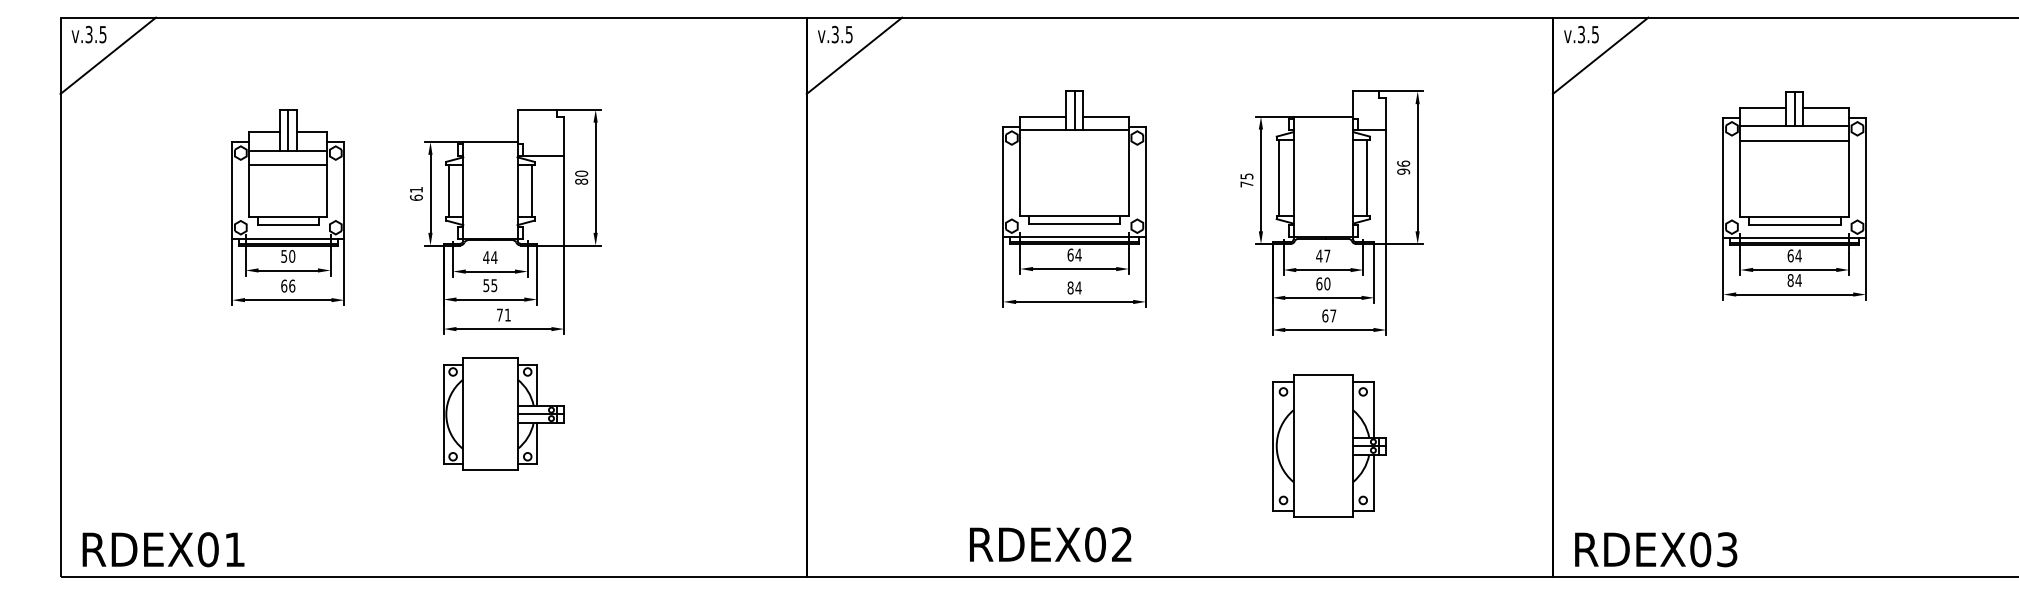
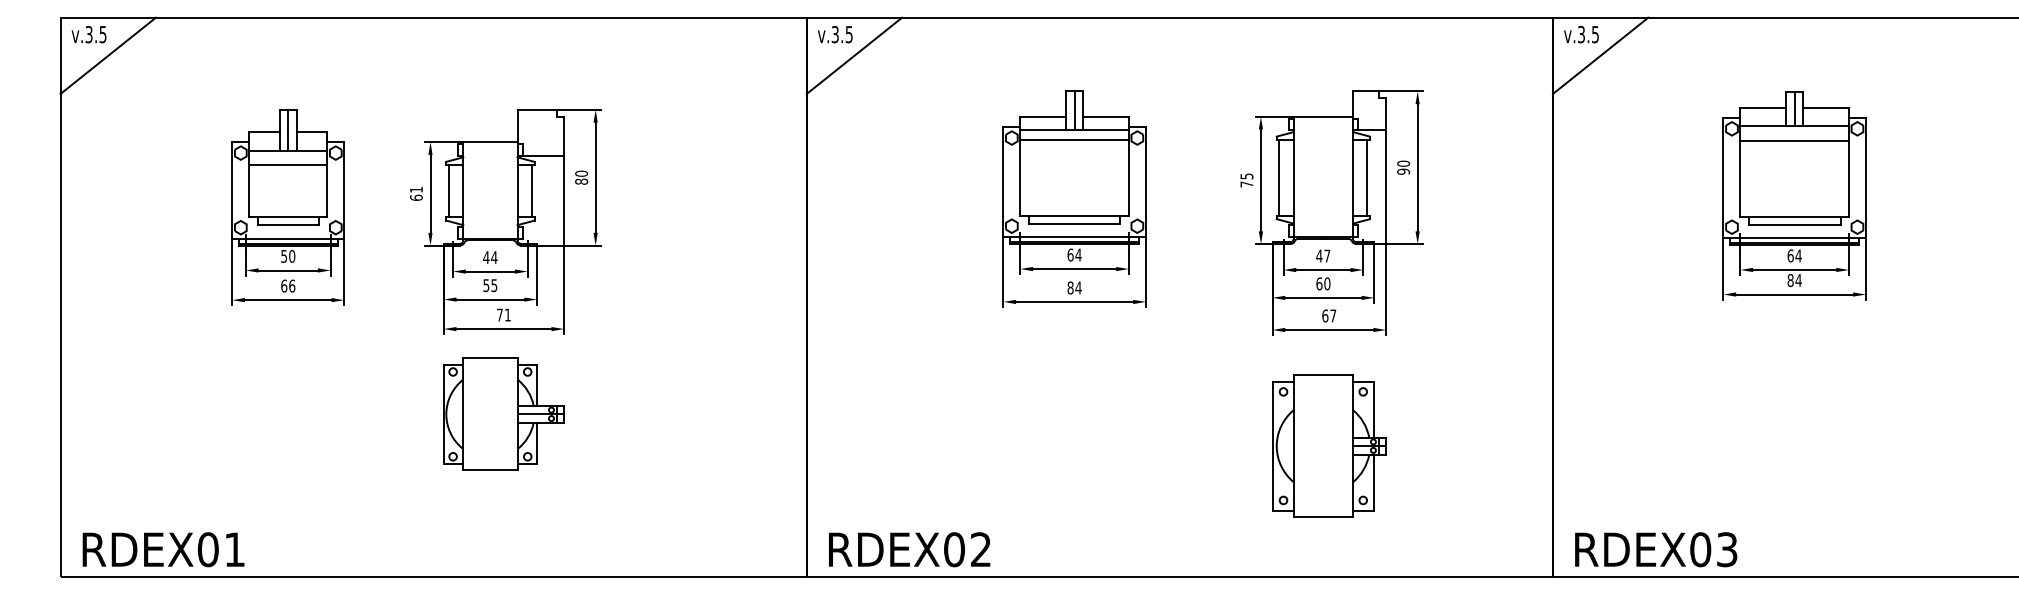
line at (1074, 140): none -> present
text at (1403, 163): 96 -> 90
text at (1050, 544) position: (1050, 544) -> (909, 549)
